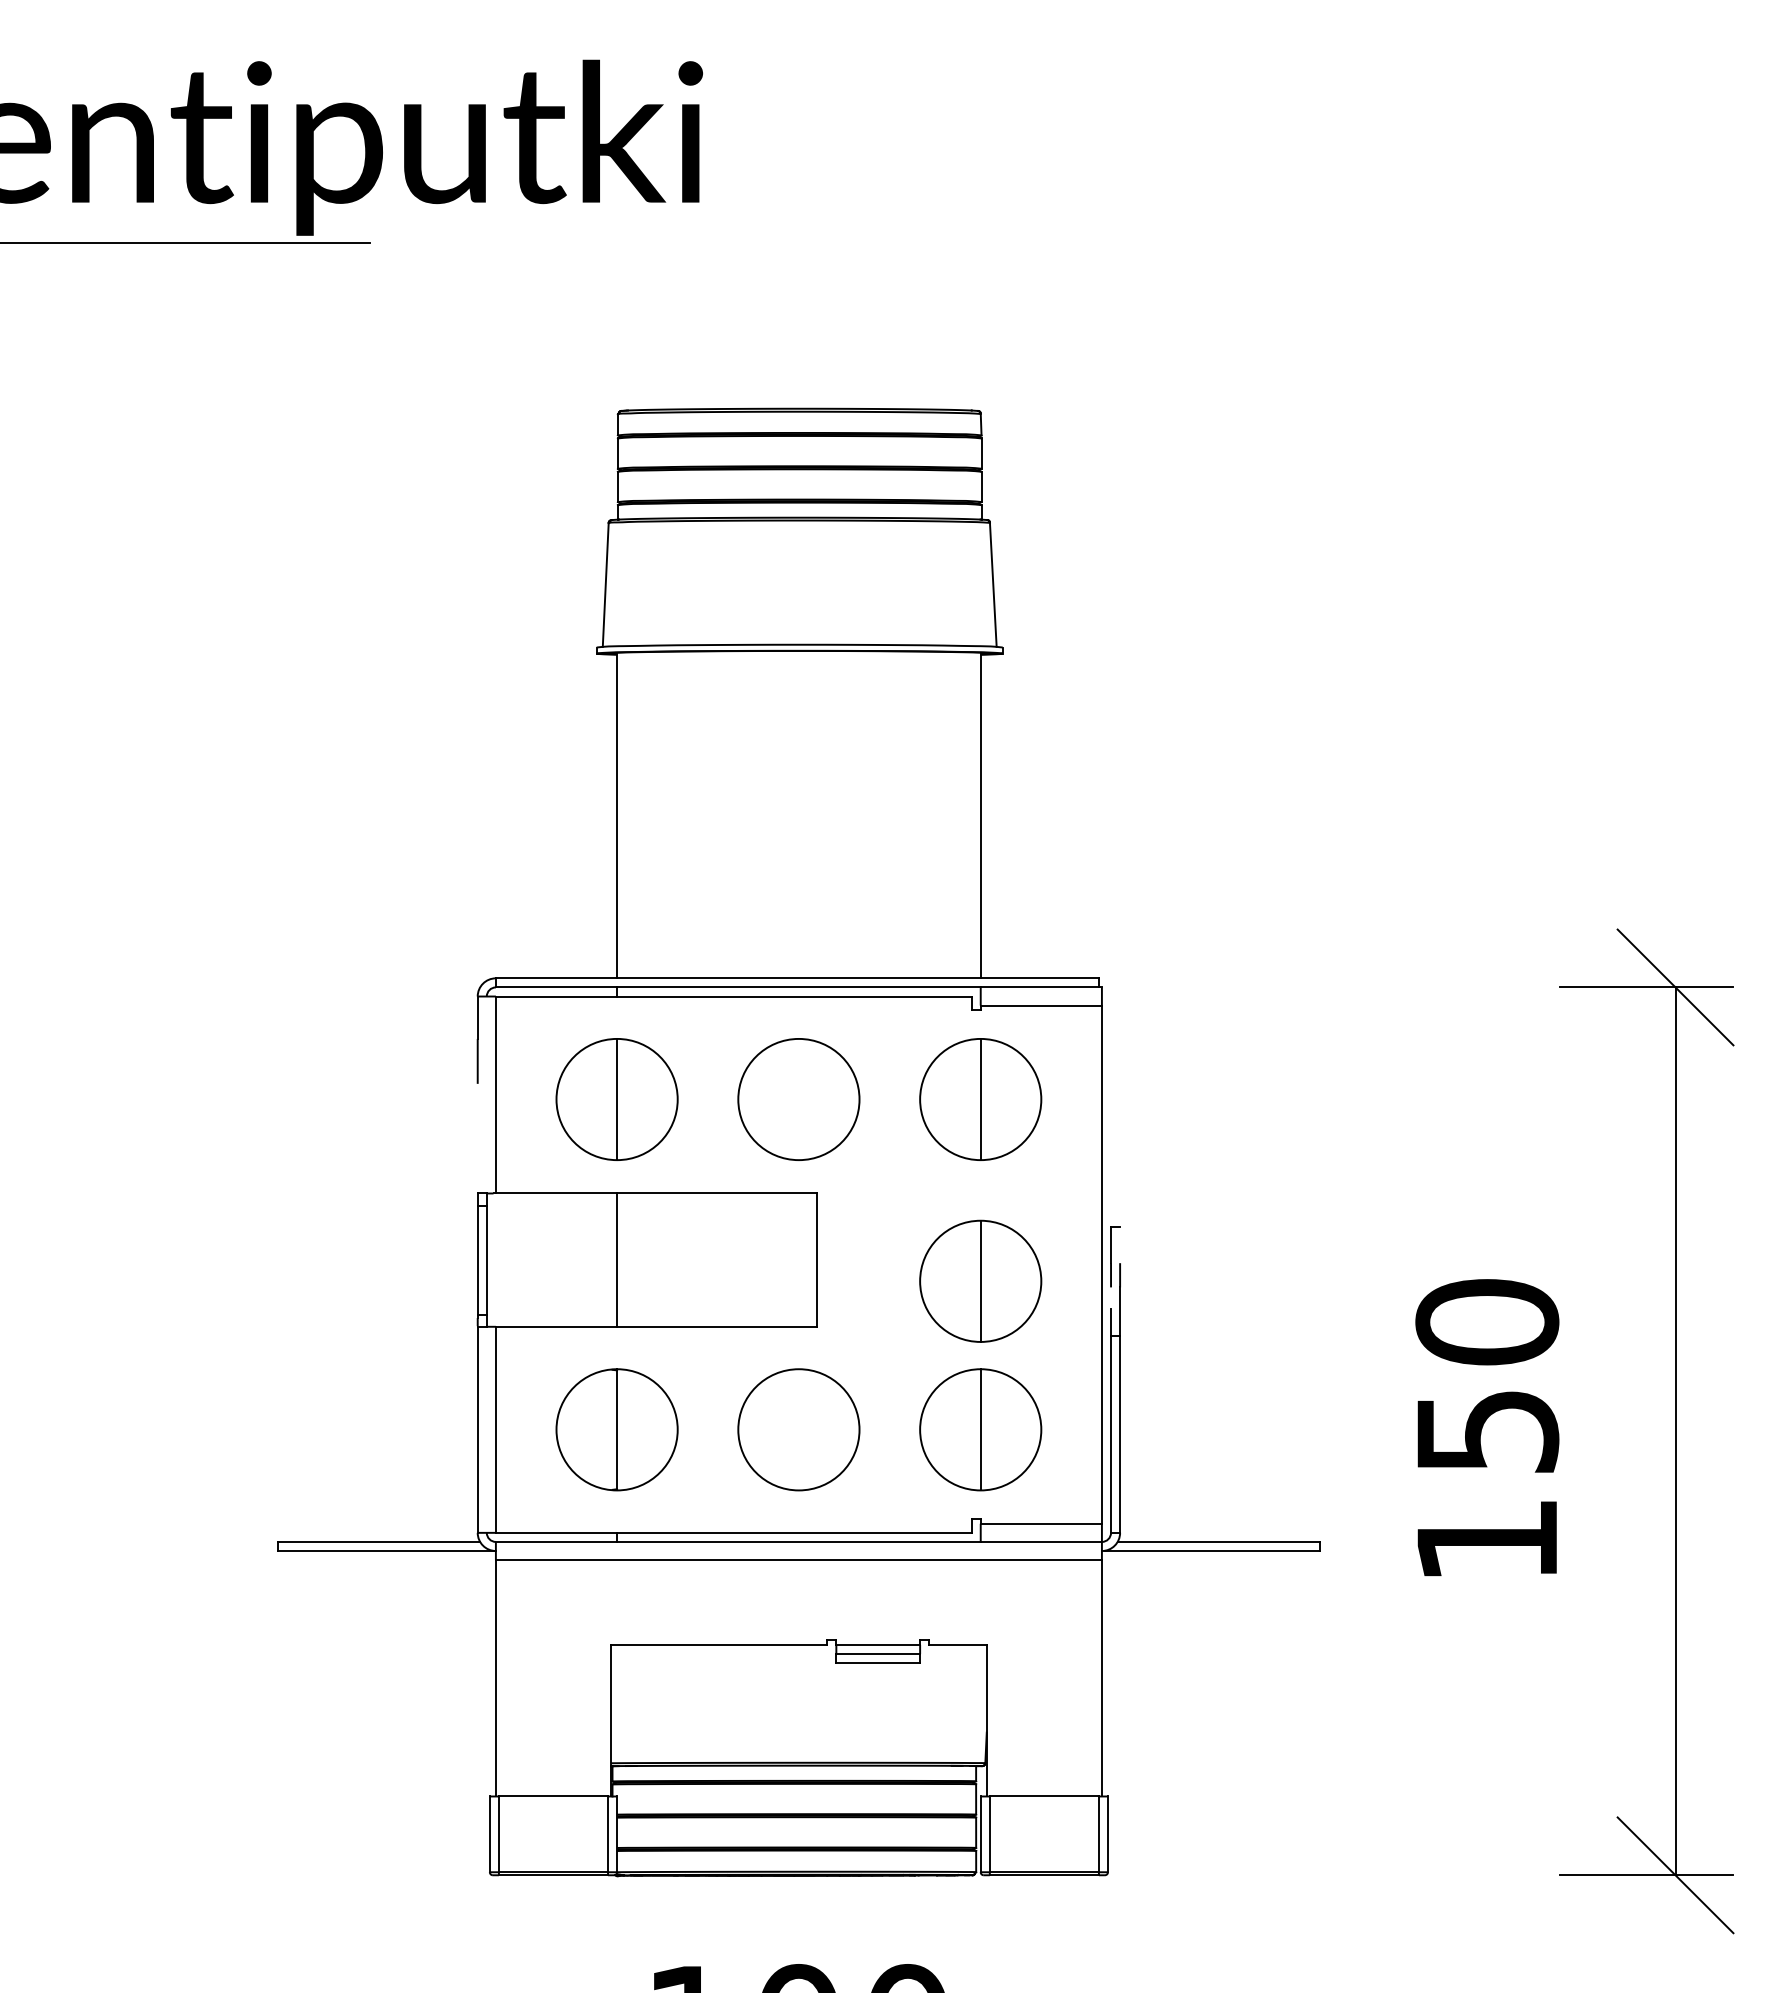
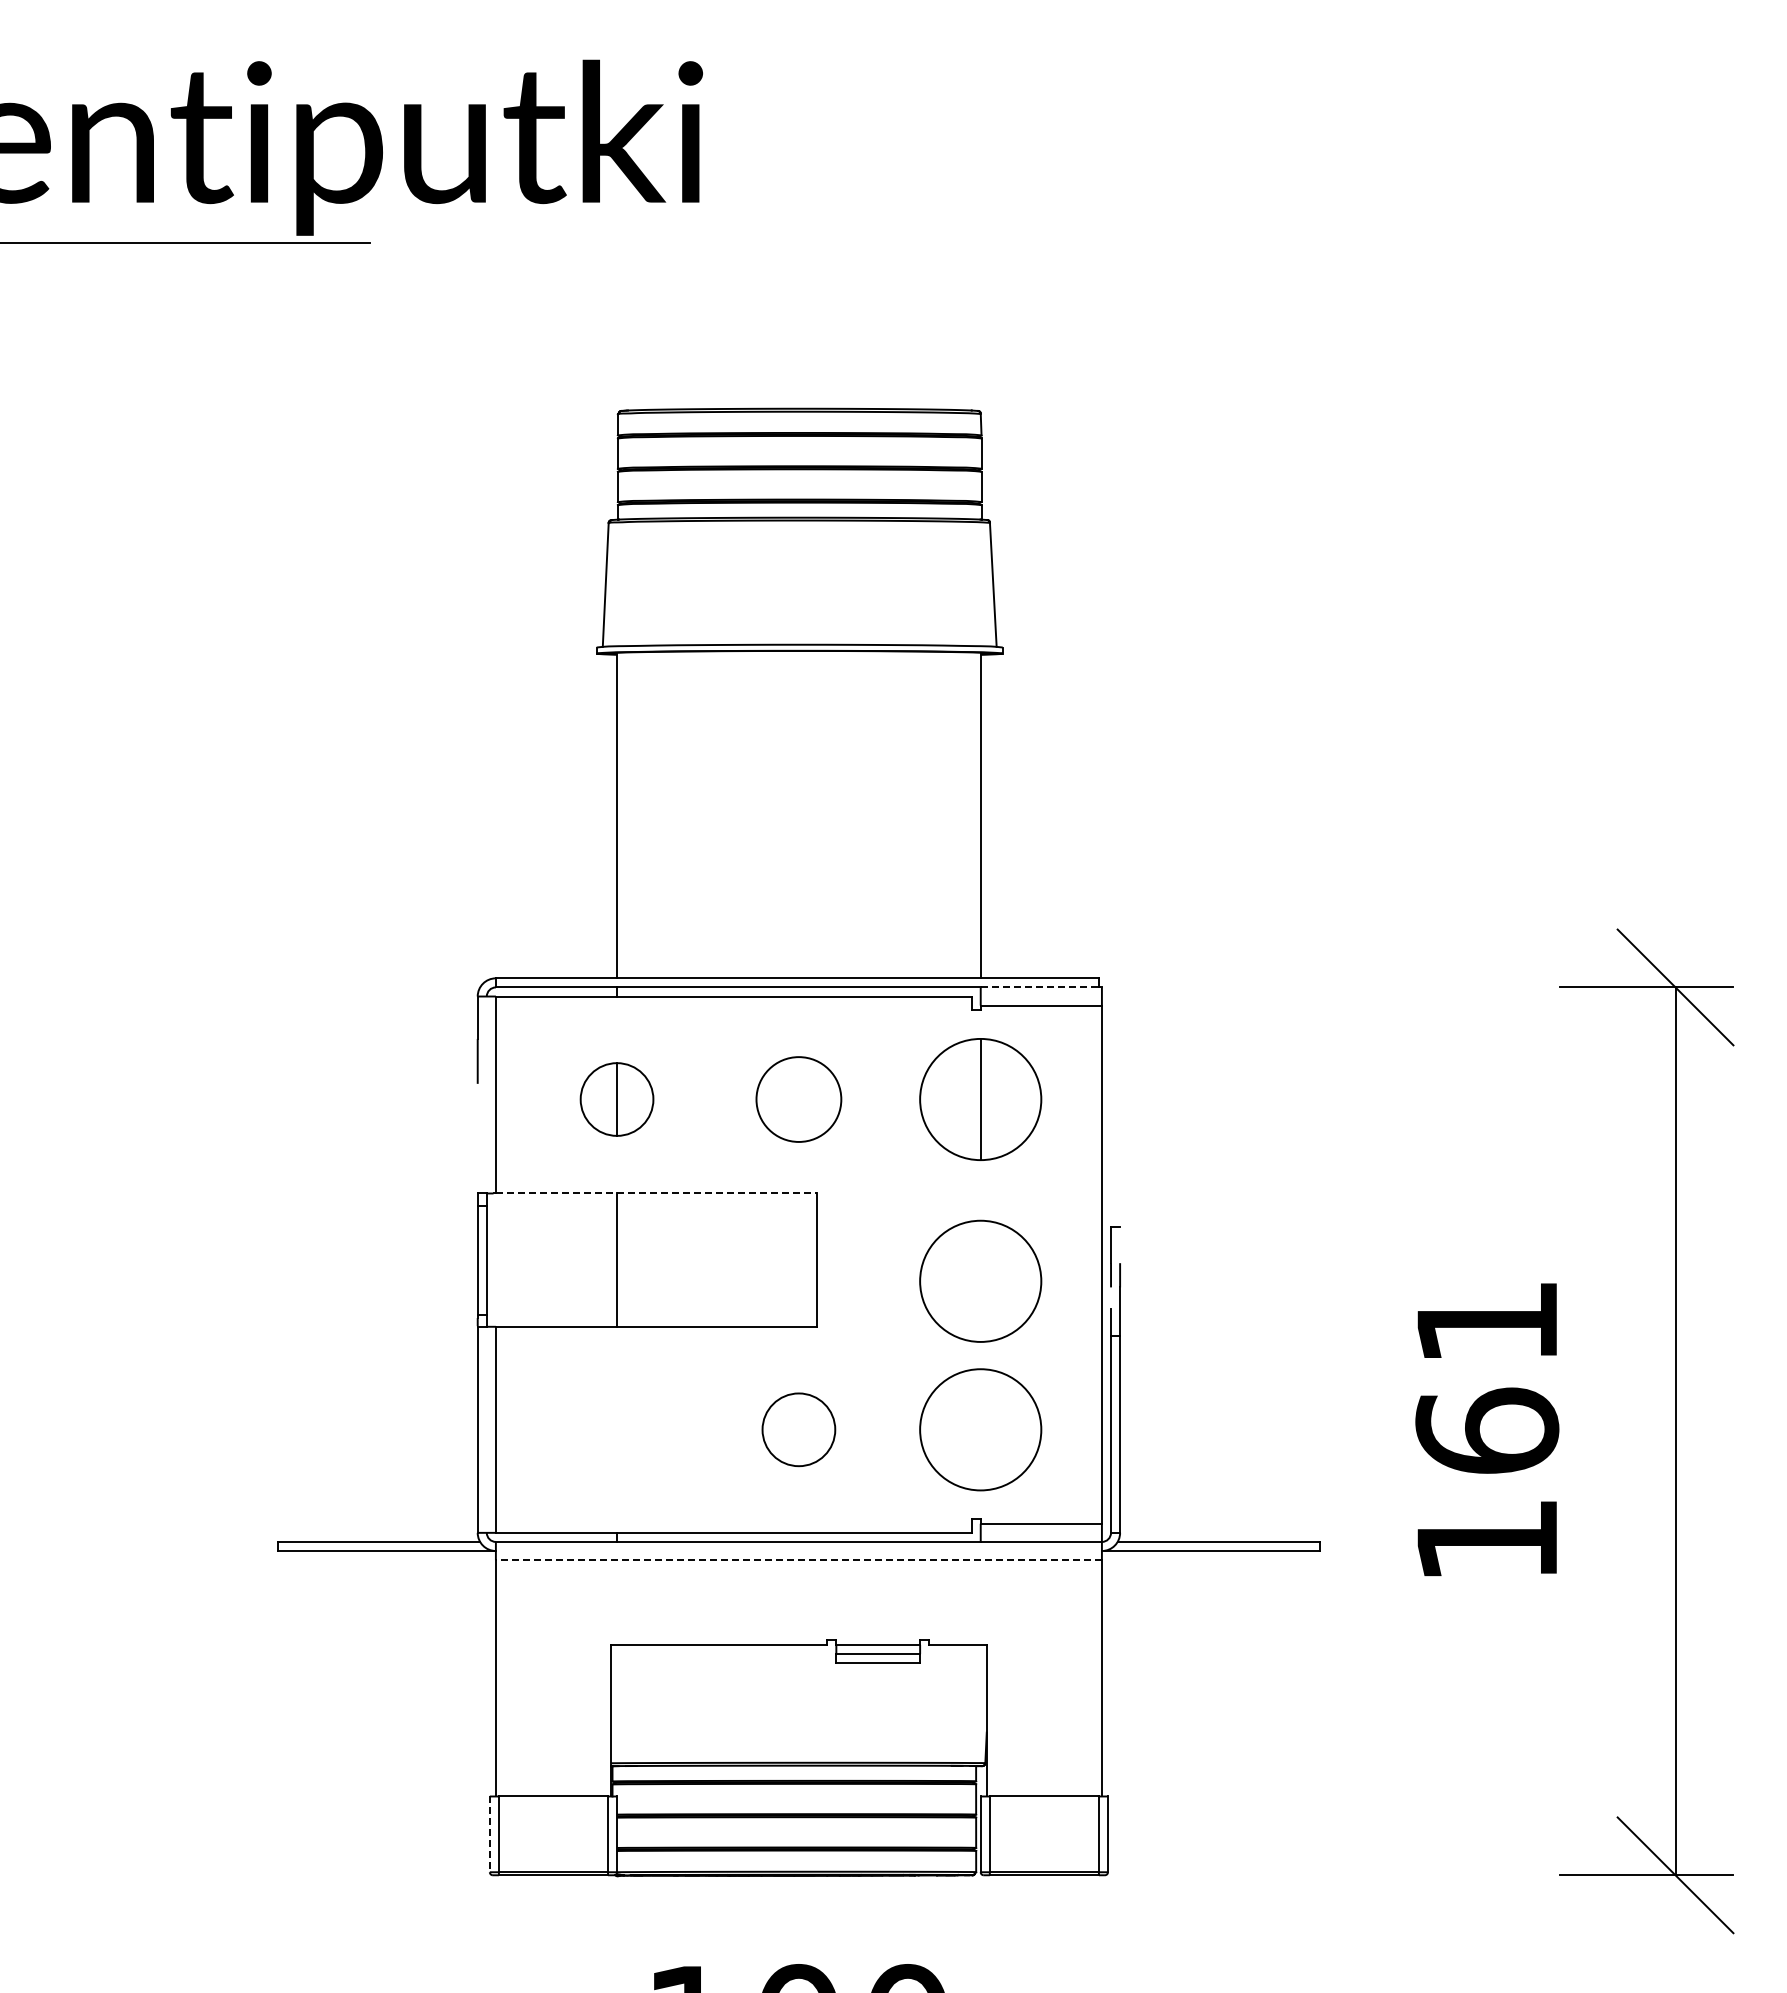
line at (1040, 987): solid -> dashed
part at (616, 1099) size: 124x123 px -> 76x75 px
circle at (798, 1099) diameter: 121 px -> 85 px
line at (656, 1193): solid -> dashed
line at (980, 1280): present -> none
text at (1487, 1376): 150 -> 161
part at (616, 1429): present -> none
circle at (798, 1429) diameter: 121 px -> 73 px
line at (980, 1429): present -> none
line at (798, 1560): solid -> dashed
line at (489, 1834): solid -> dashed
